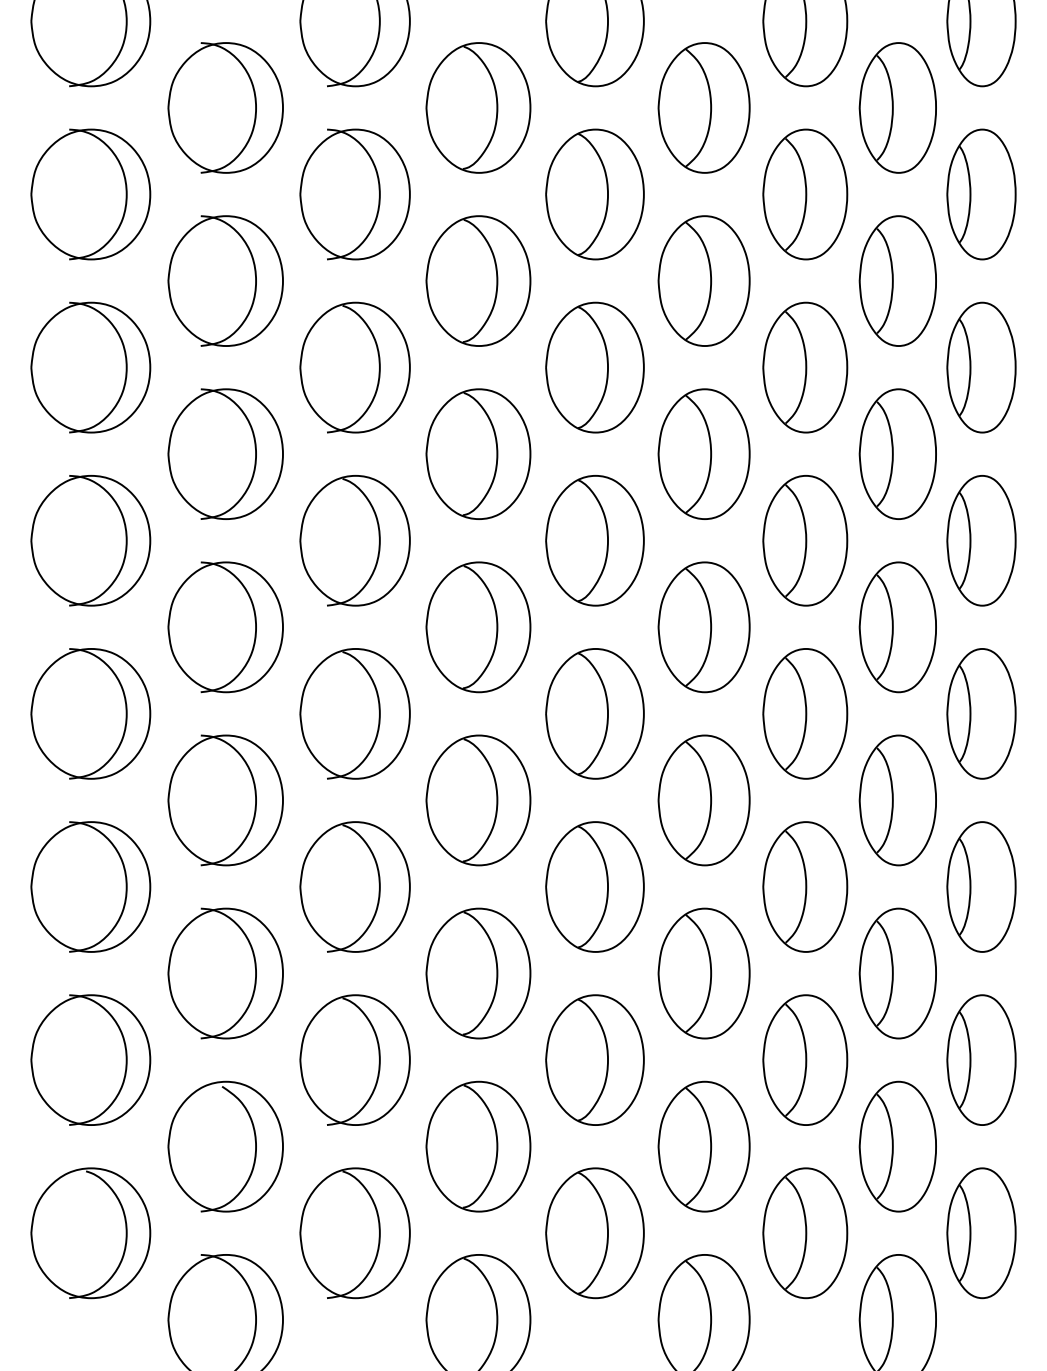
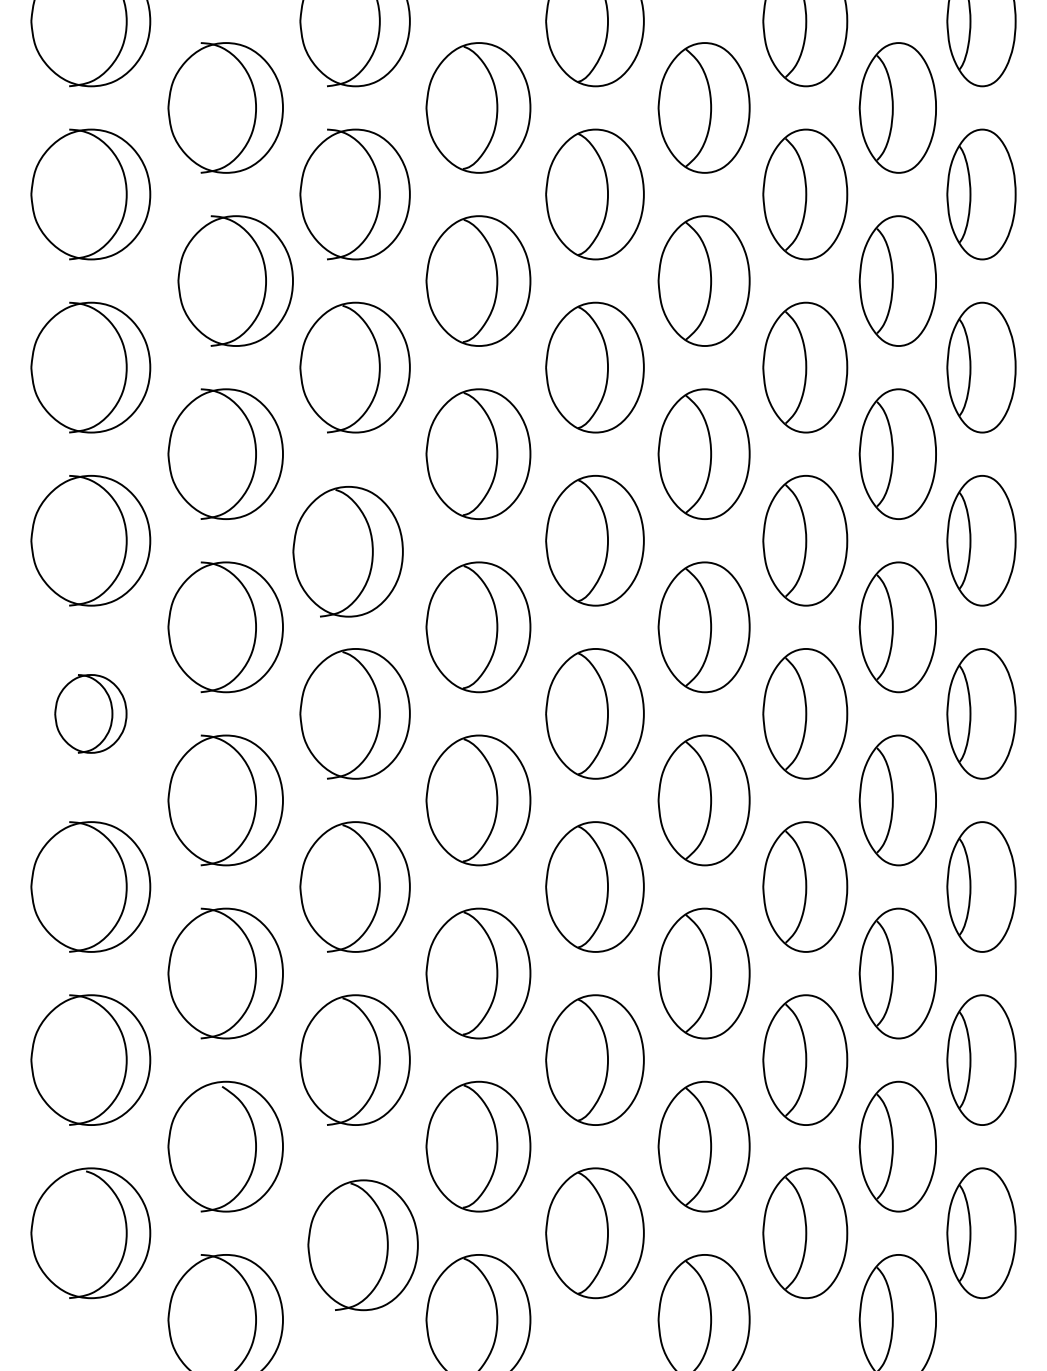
part at (225, 280) position: (225, 280) -> (235, 280)
part at (354, 540) position: (354, 540) -> (347, 551)
part at (90, 713) size: 122x132 px -> 74x80 px
part at (354, 1233) position: (354, 1233) -> (362, 1245)
